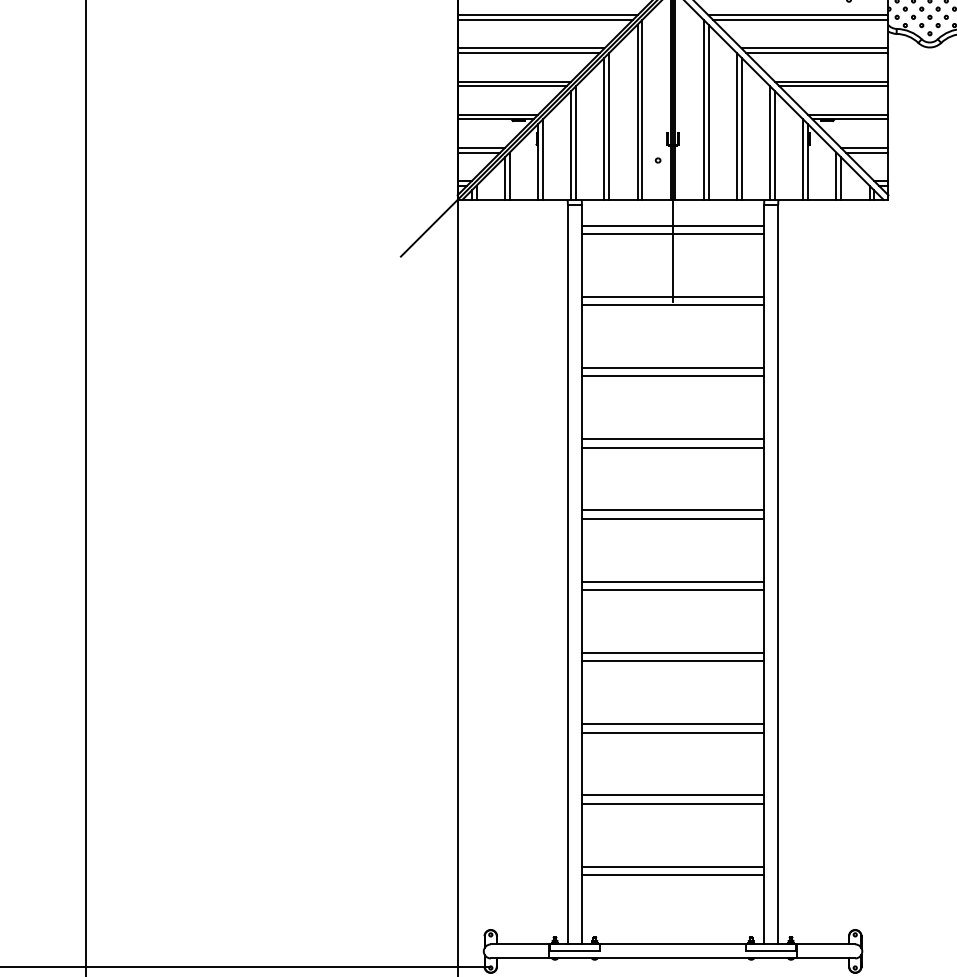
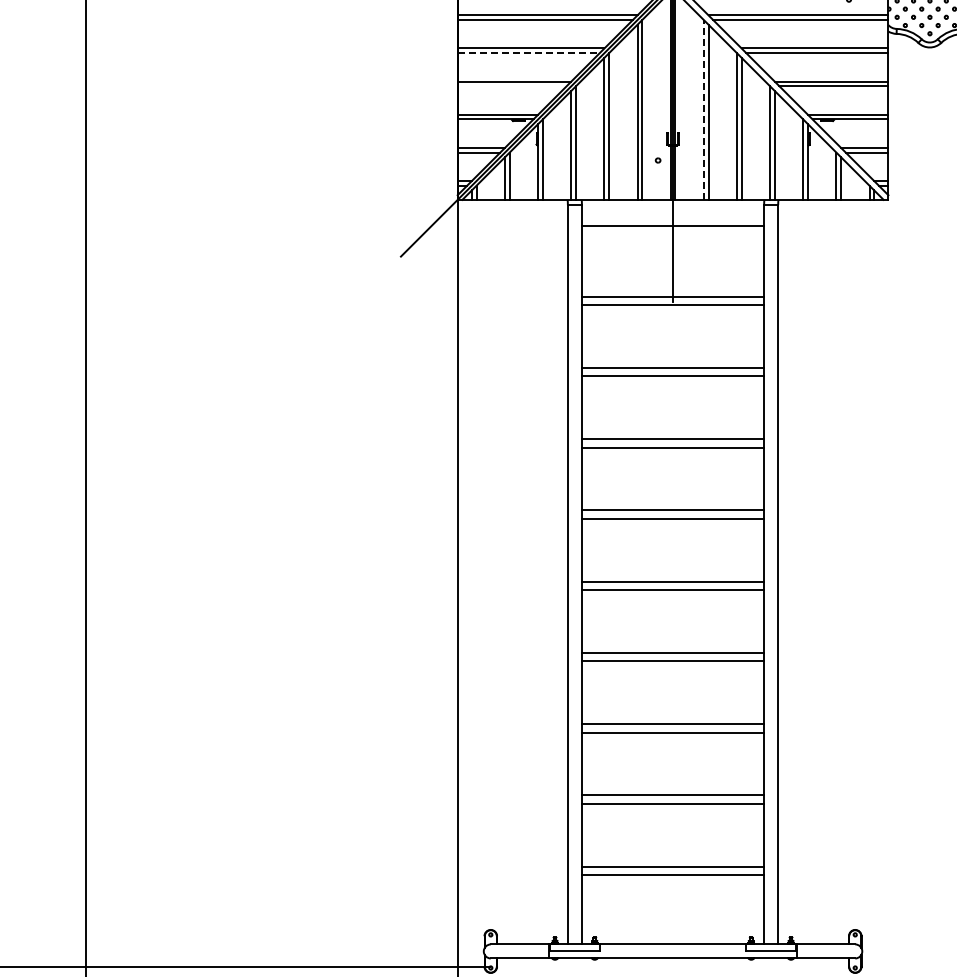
line at (529, 53): solid -> dashed
line at (511, 86): present -> none
line at (703, 109): solid -> dashed
line at (672, 233): present -> none
